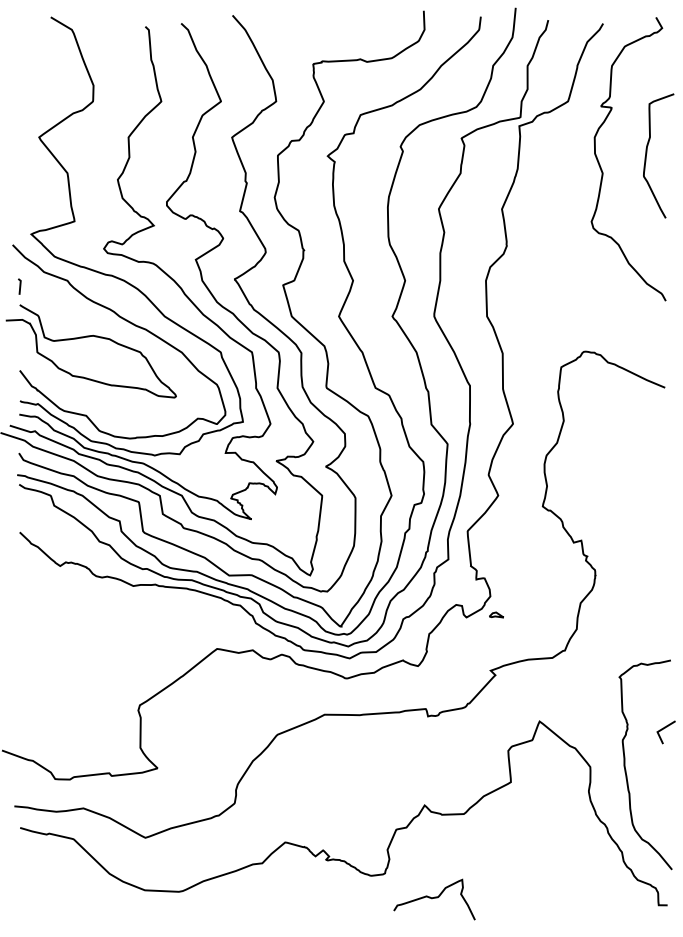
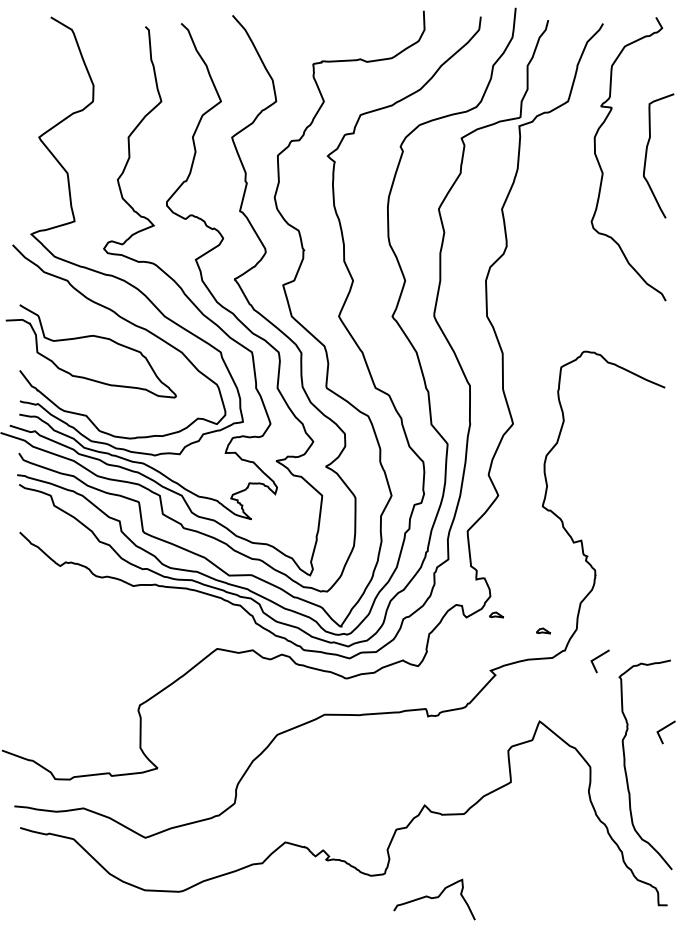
line at (19, 286): present -> none
part at (543, 630): none -> present
line at (597, 658): none -> present
